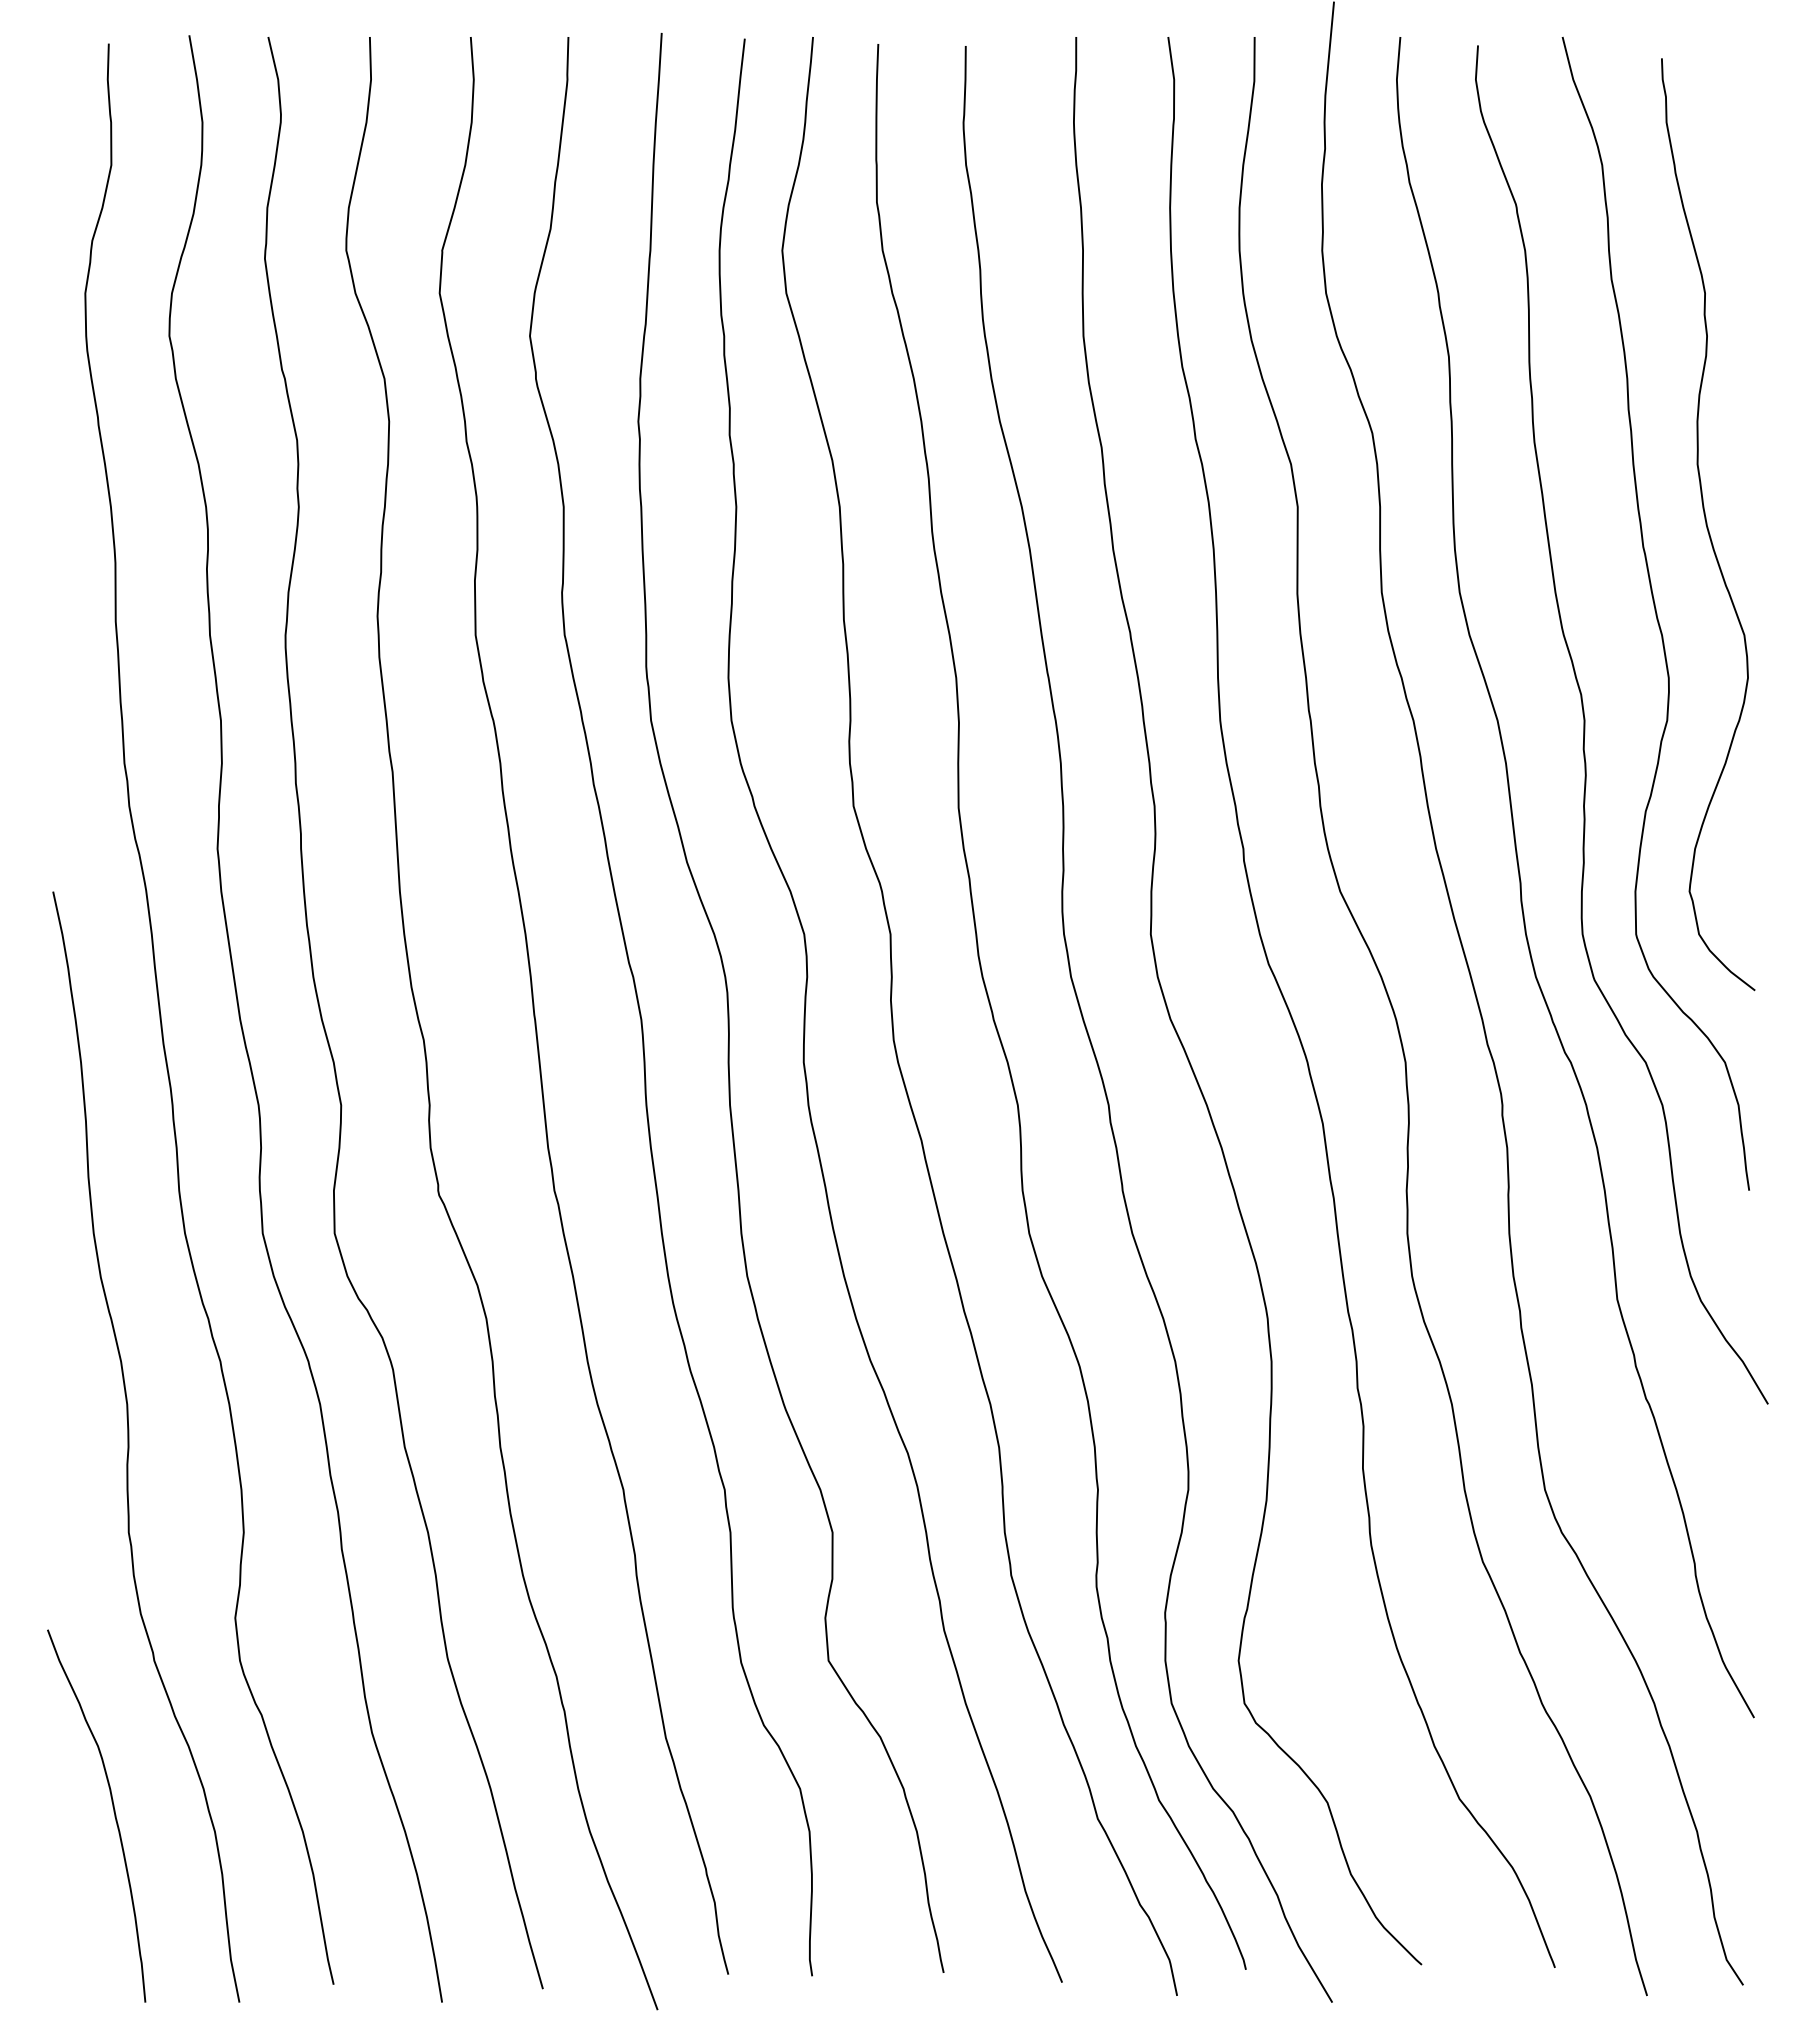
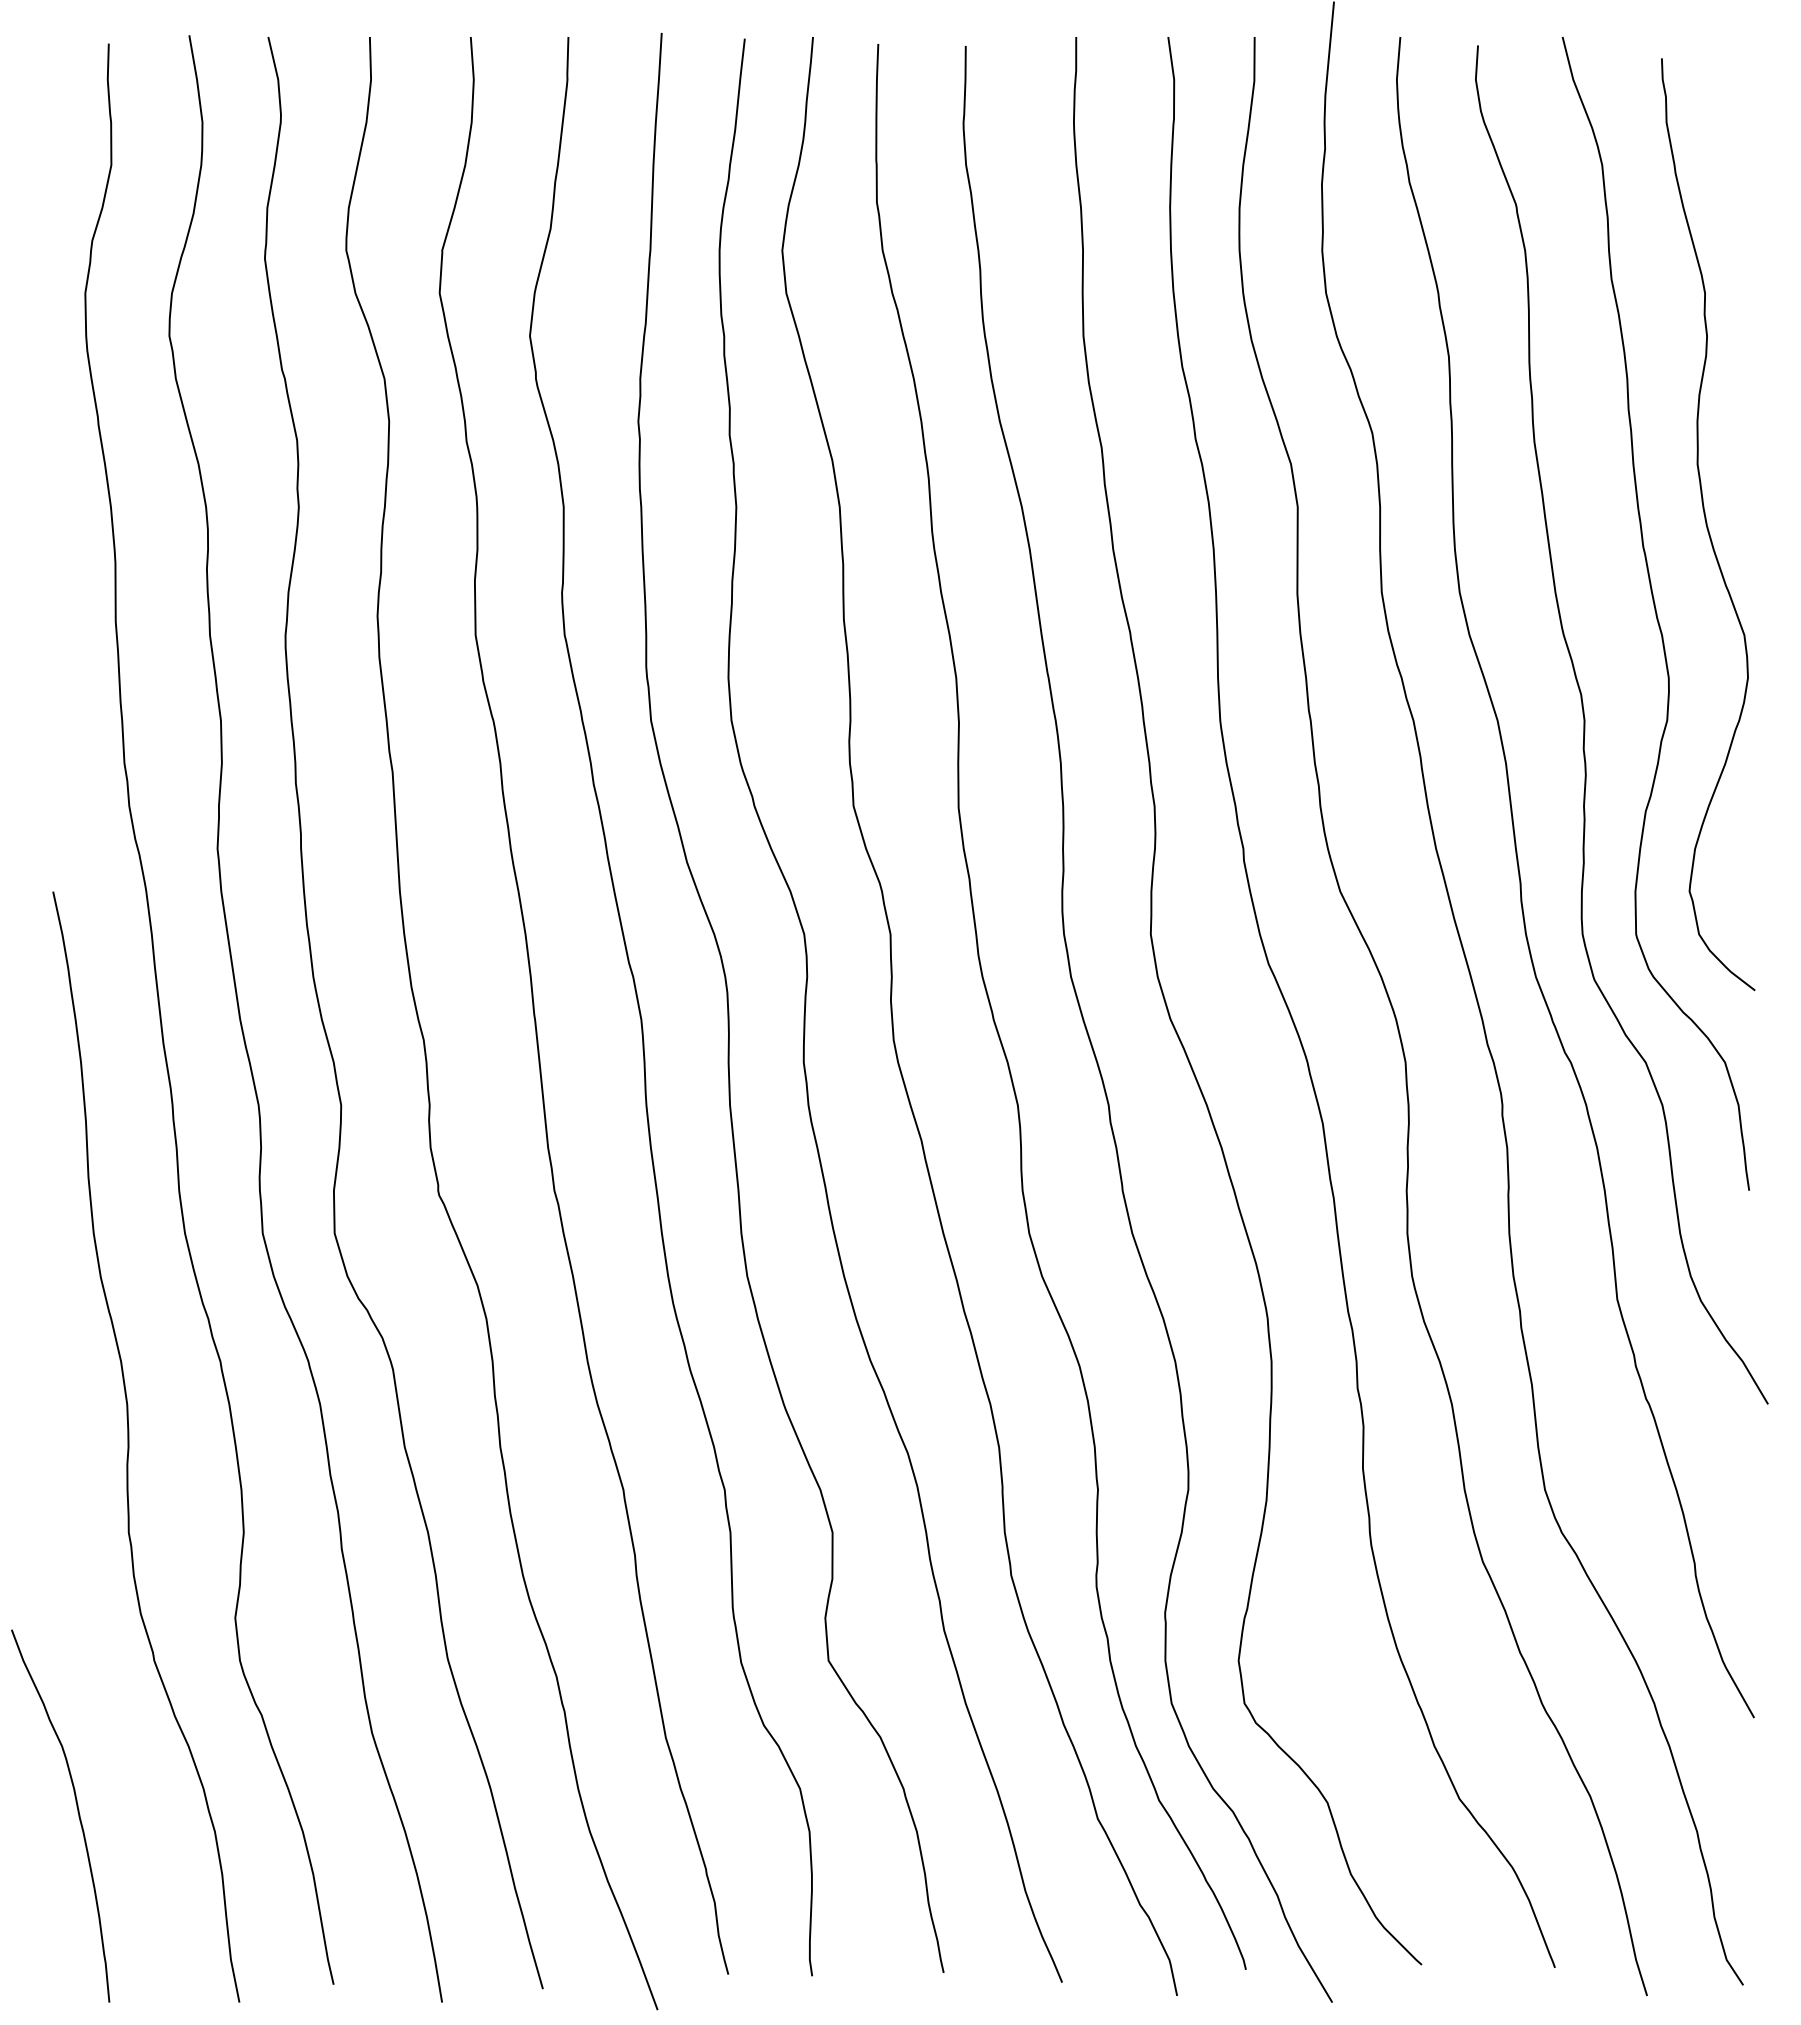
curve at (113, 1812) position: (113, 1812) -> (77, 1812)
